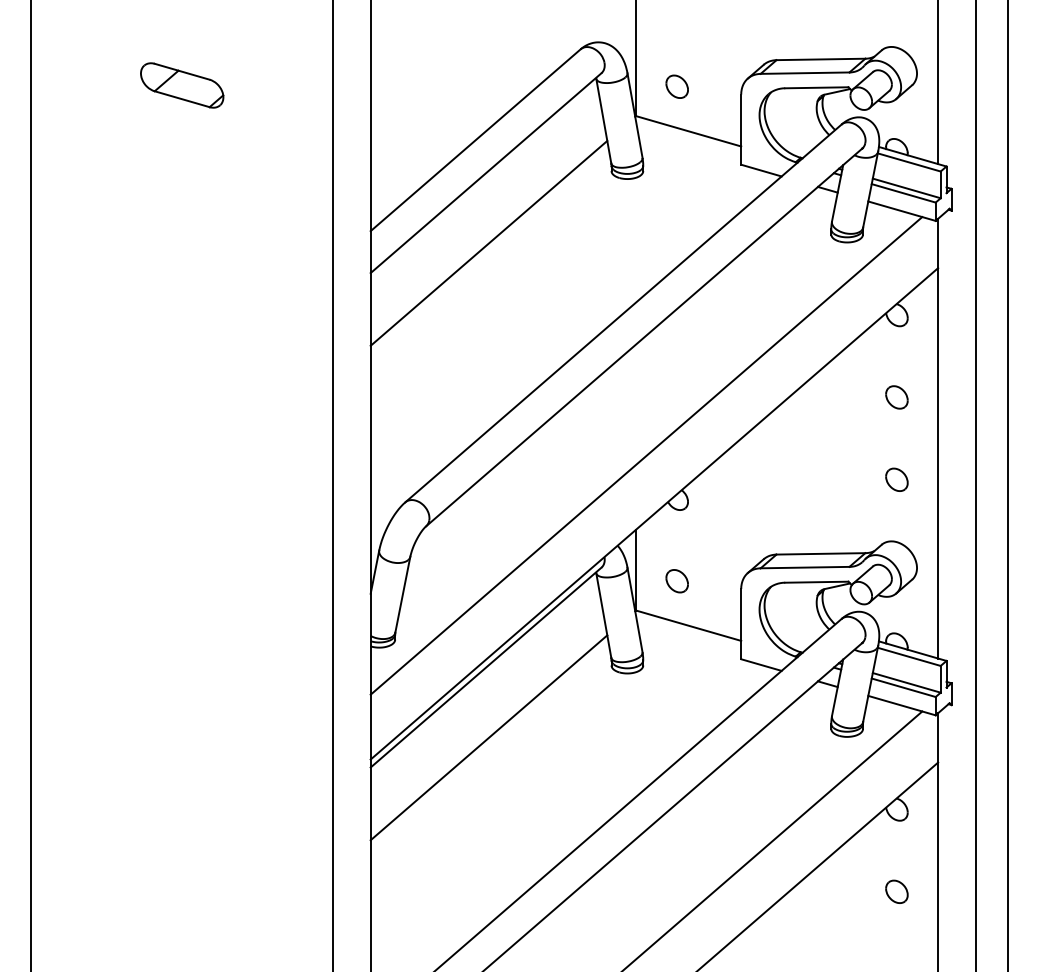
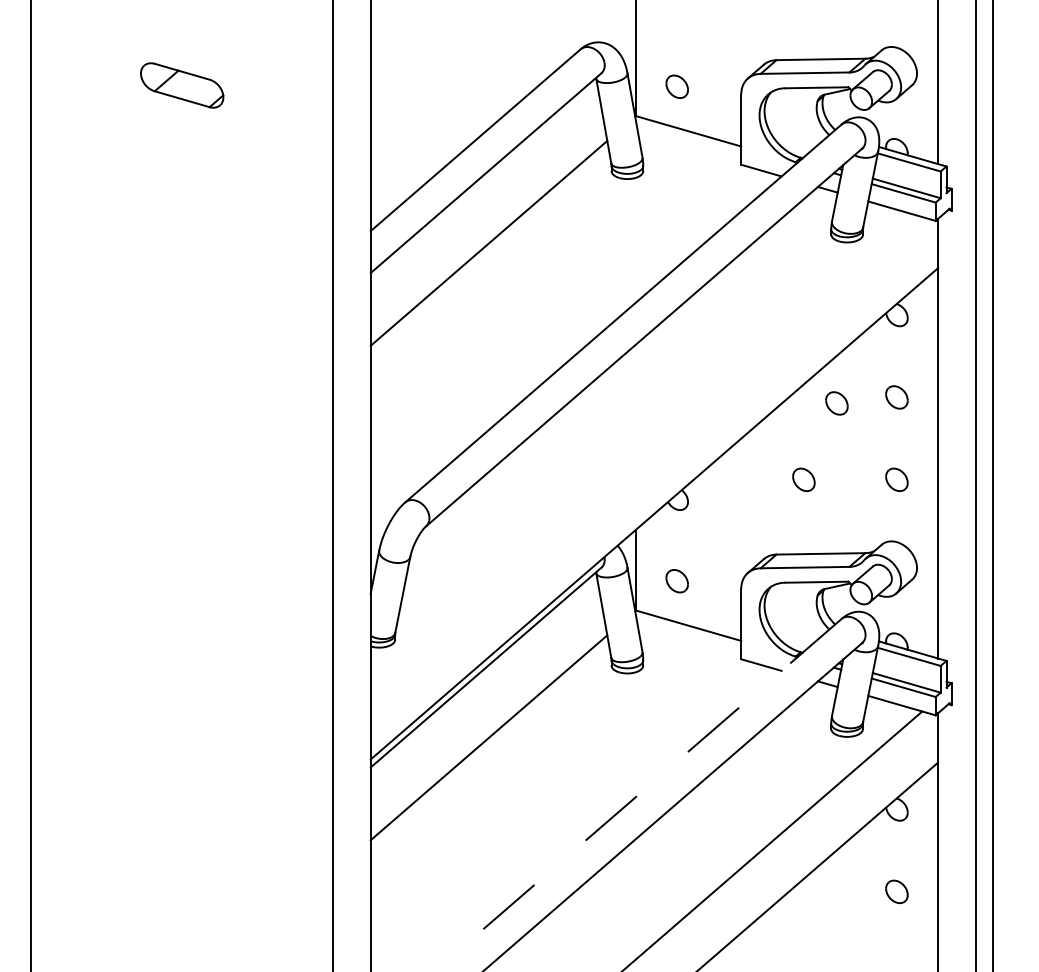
part at (836, 403): none -> present
line at (646, 455): present -> none
part at (803, 479): none -> present
line at (1007, 485) position: (1007, 485) -> (992, 485)
line at (637, 795): solid -> dashed
